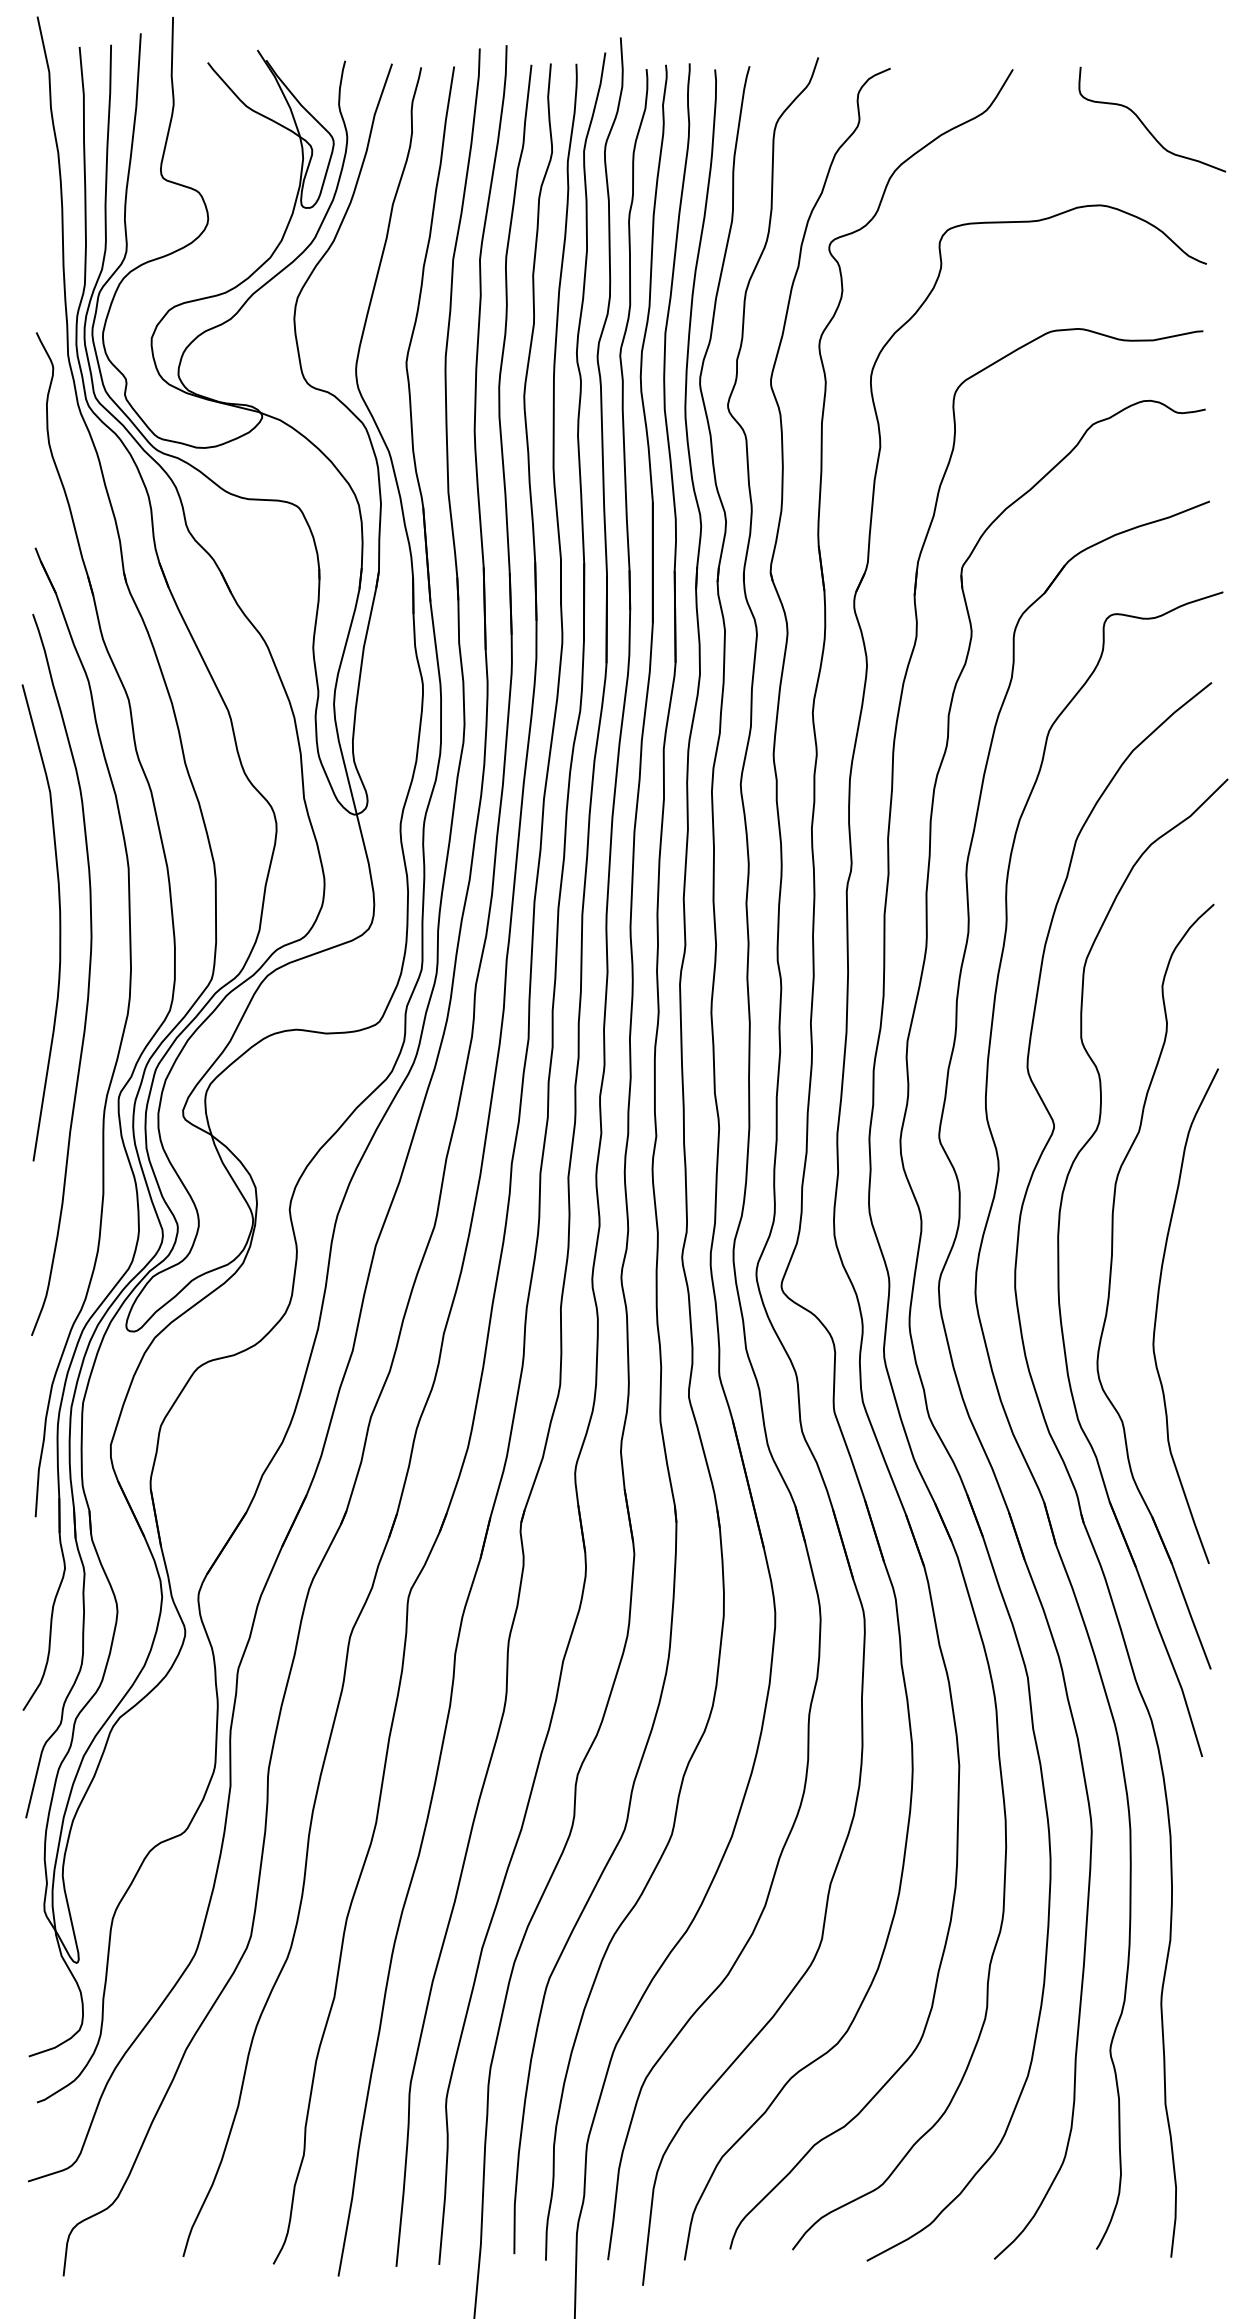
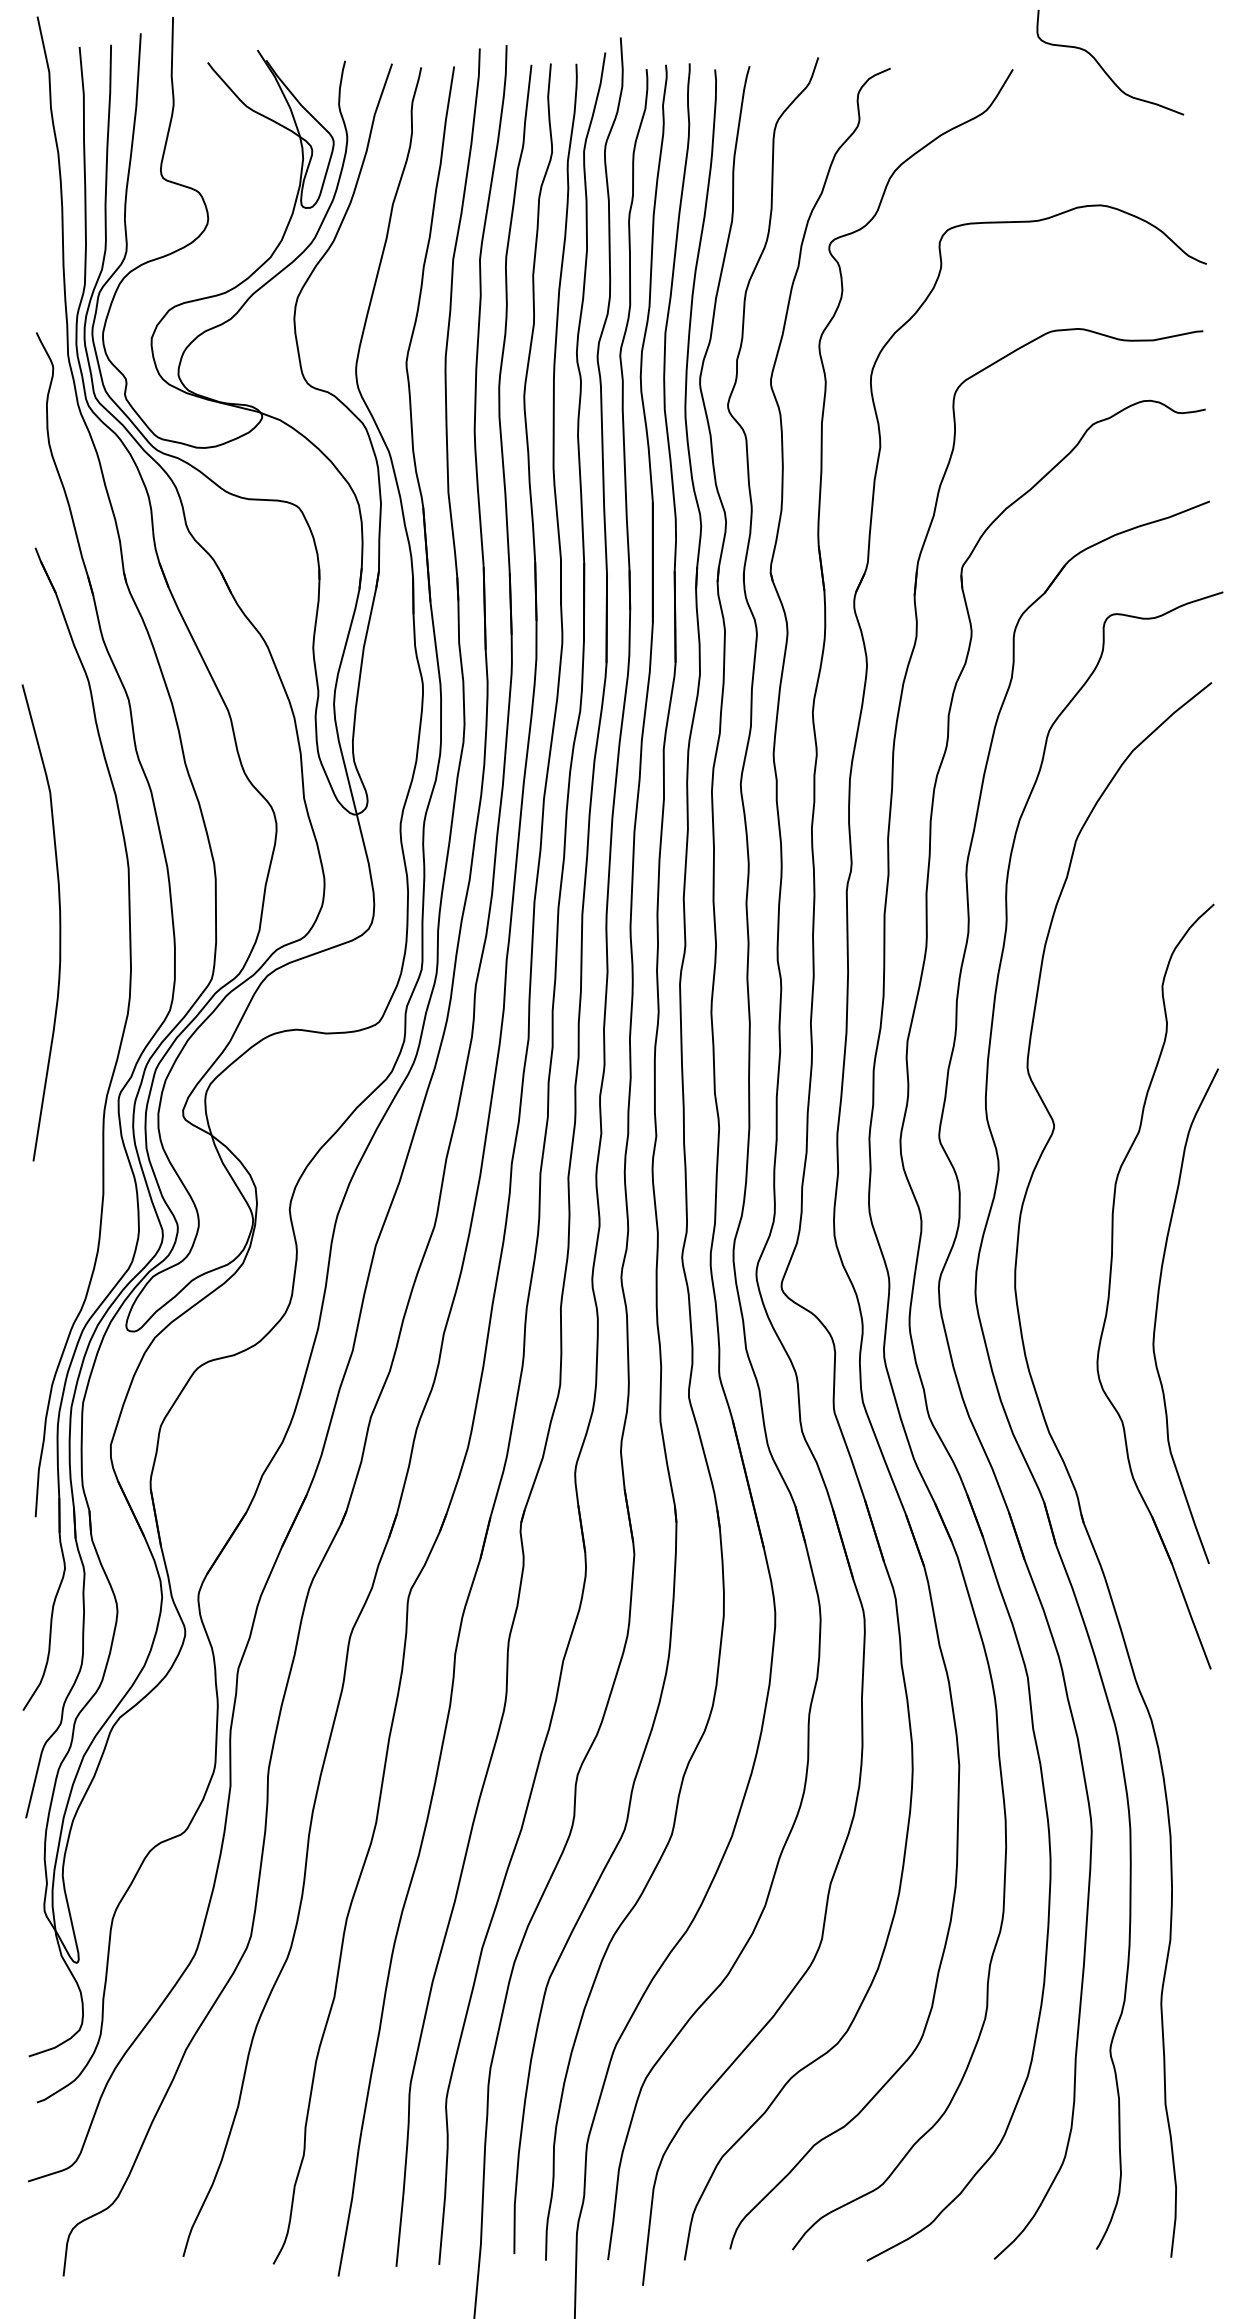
curve at (1145, 125) position: (1145, 125) -> (1103, 68)
curve at (88, 974): present -> none
part at (1059, 1267): present -> none
